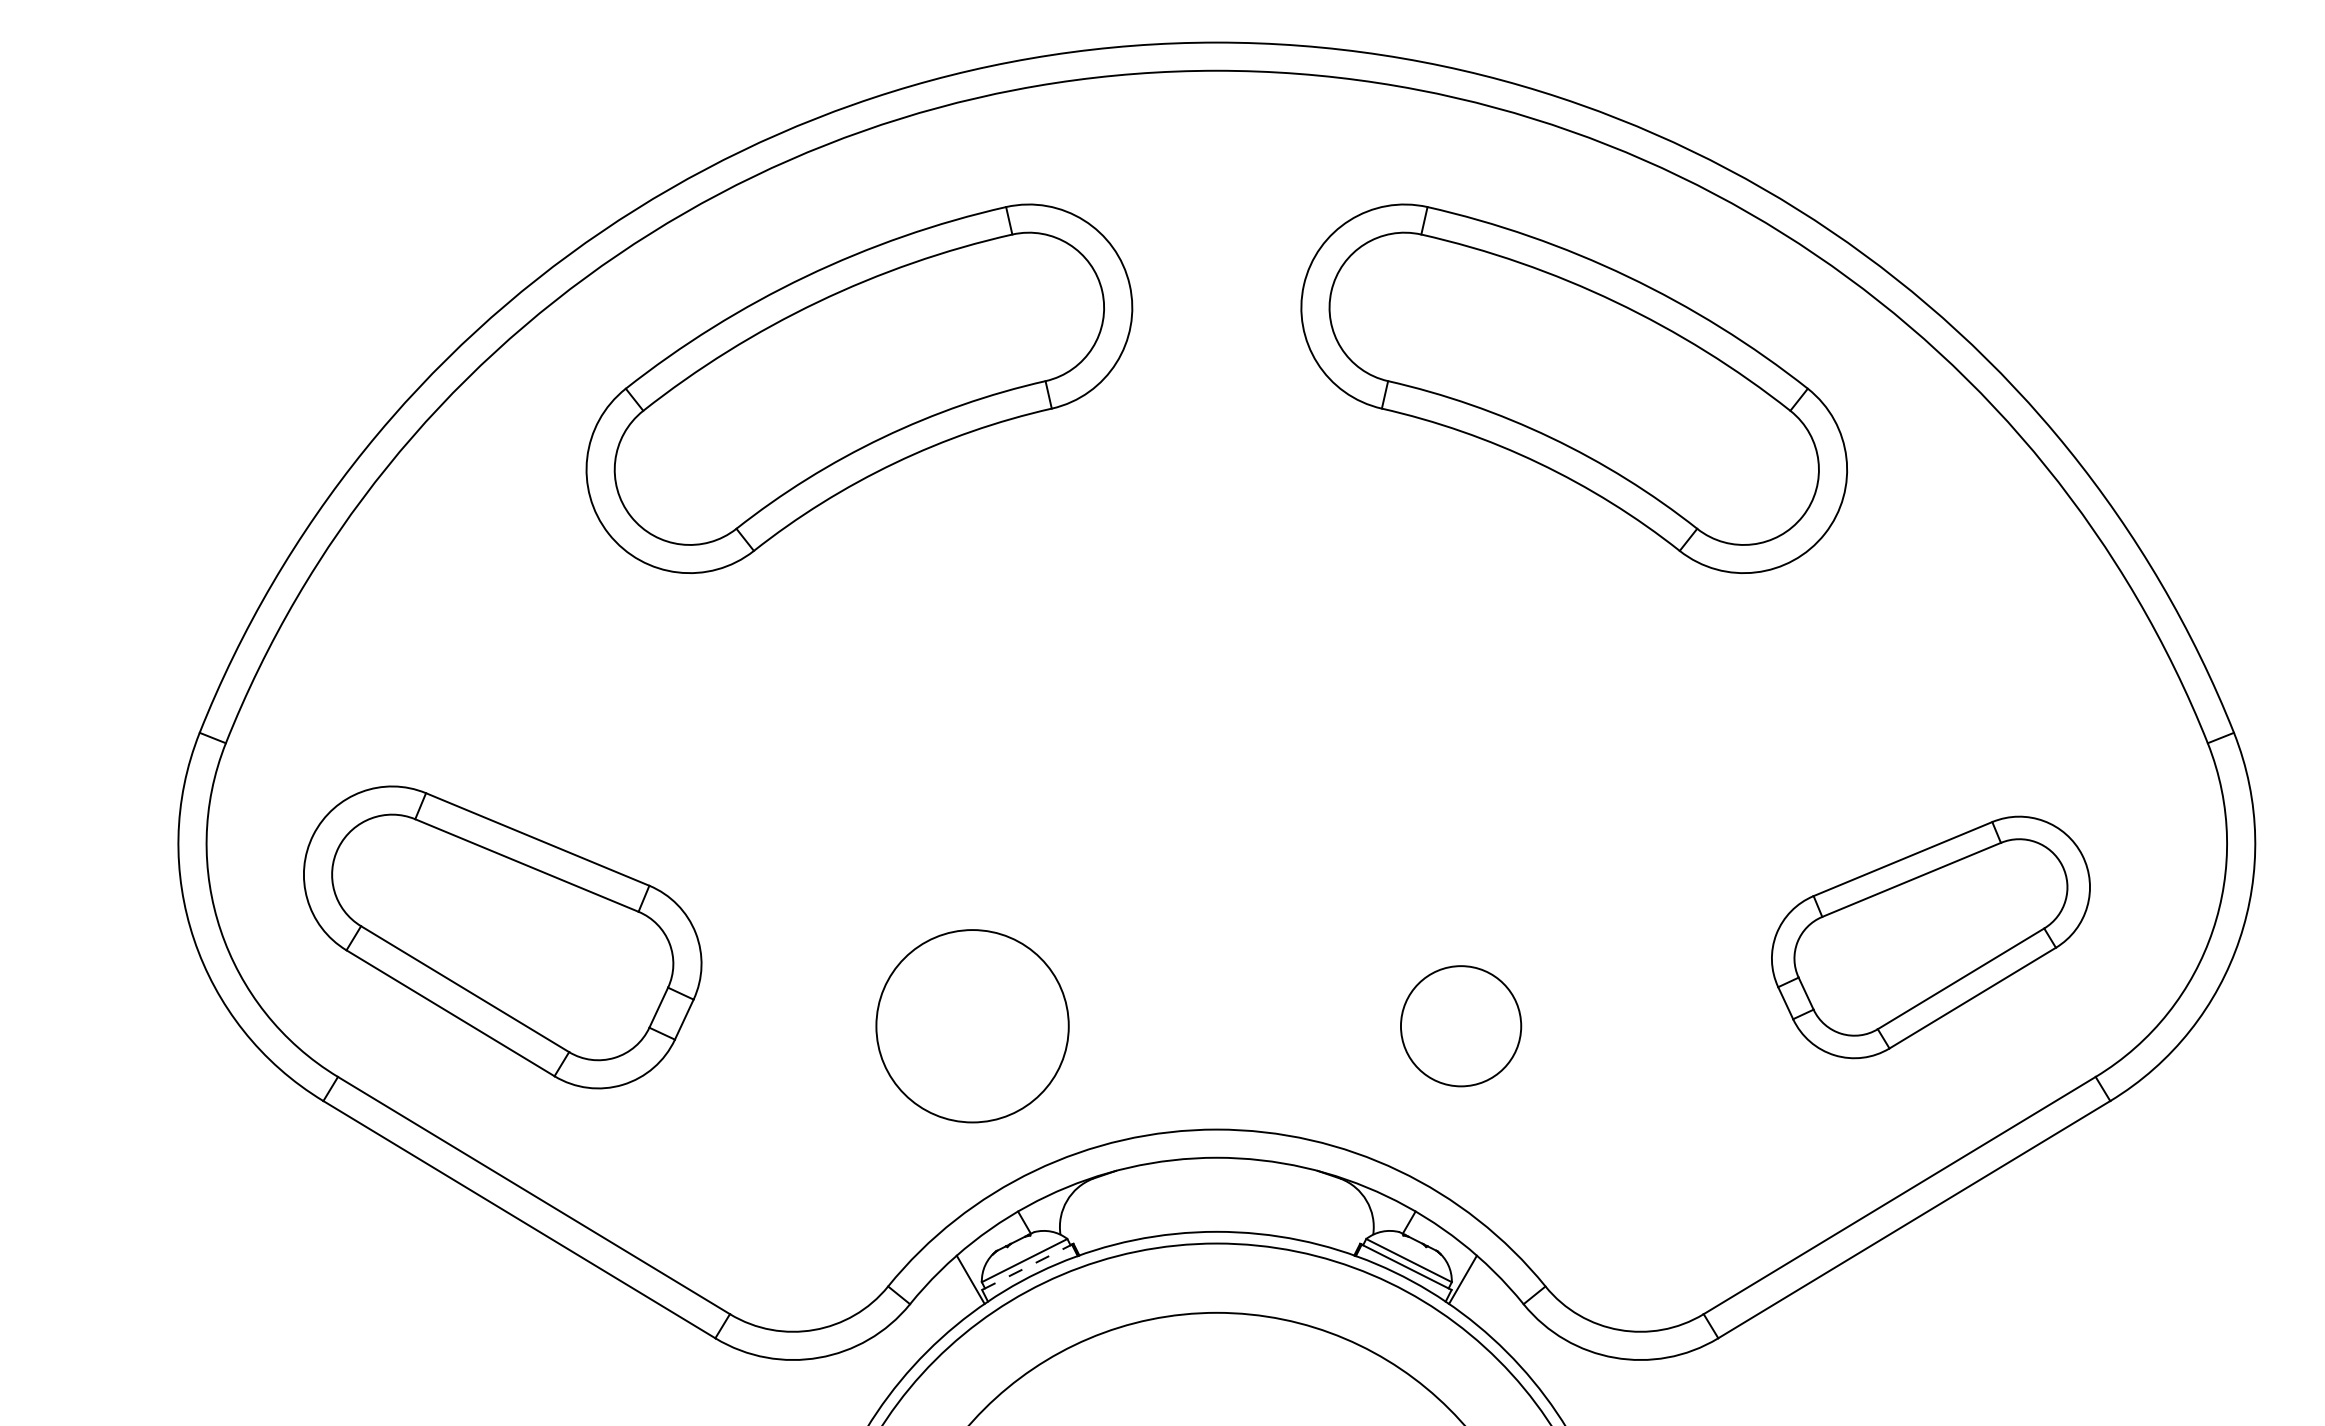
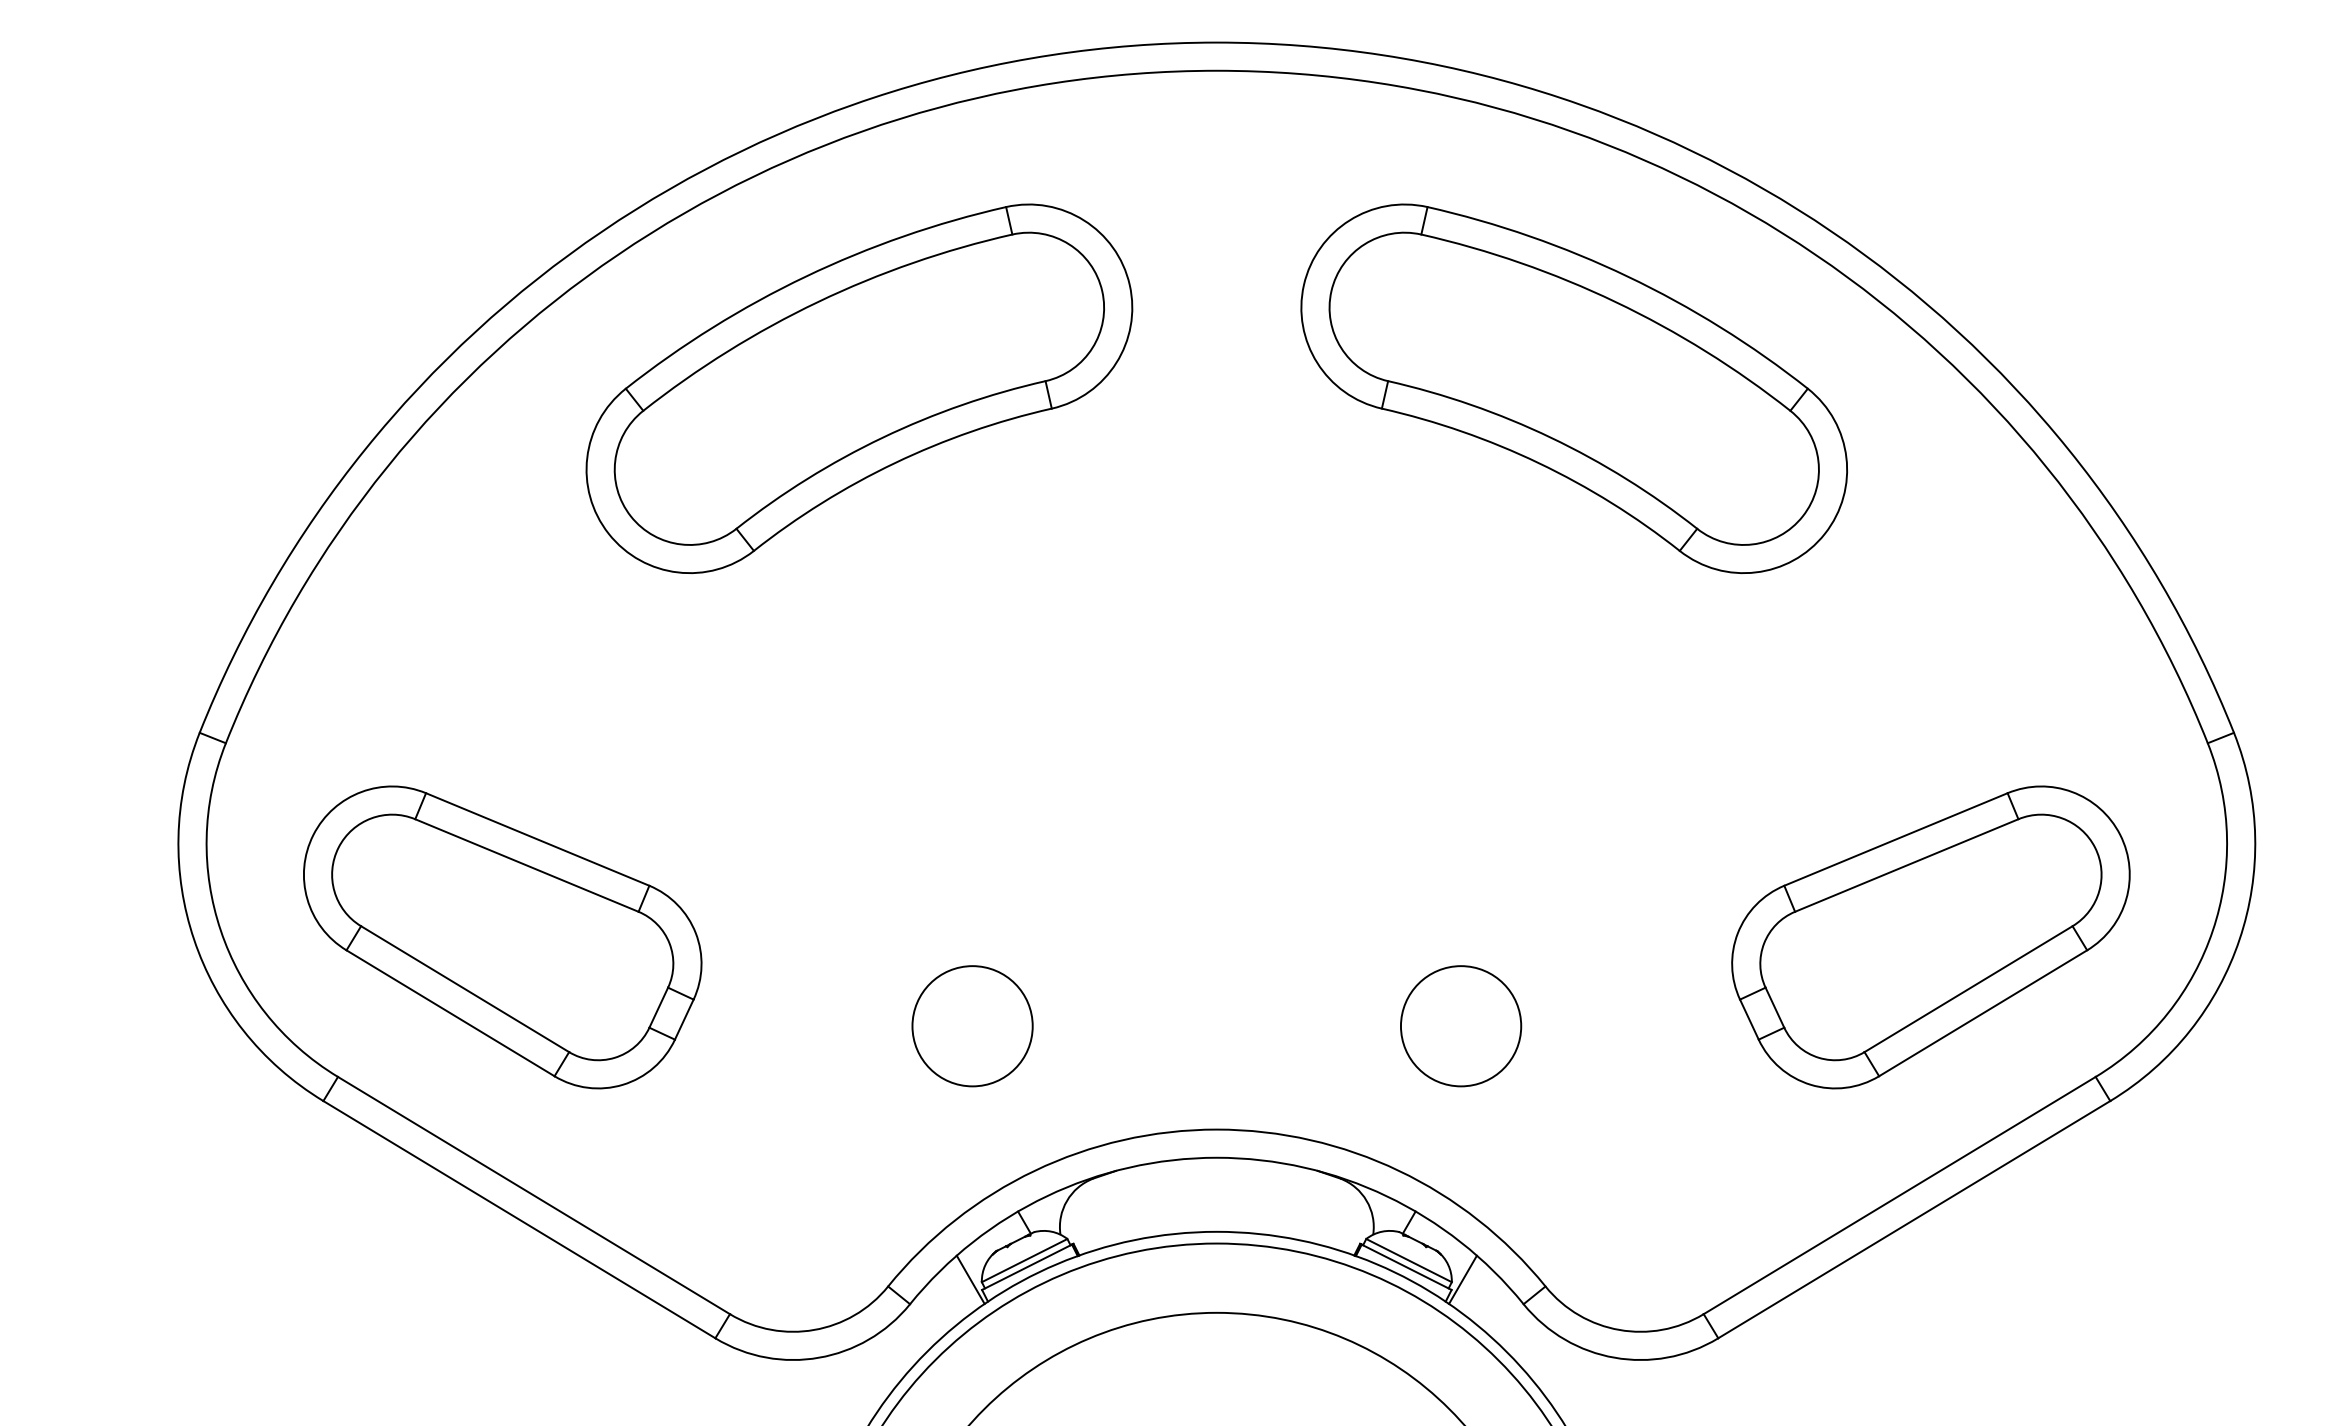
part at (1930, 937) size: 320x245 px -> 400x305 px
circle at (972, 1026) diameter: 192 px -> 120 px
line at (1027, 1267): dashed -> solid
